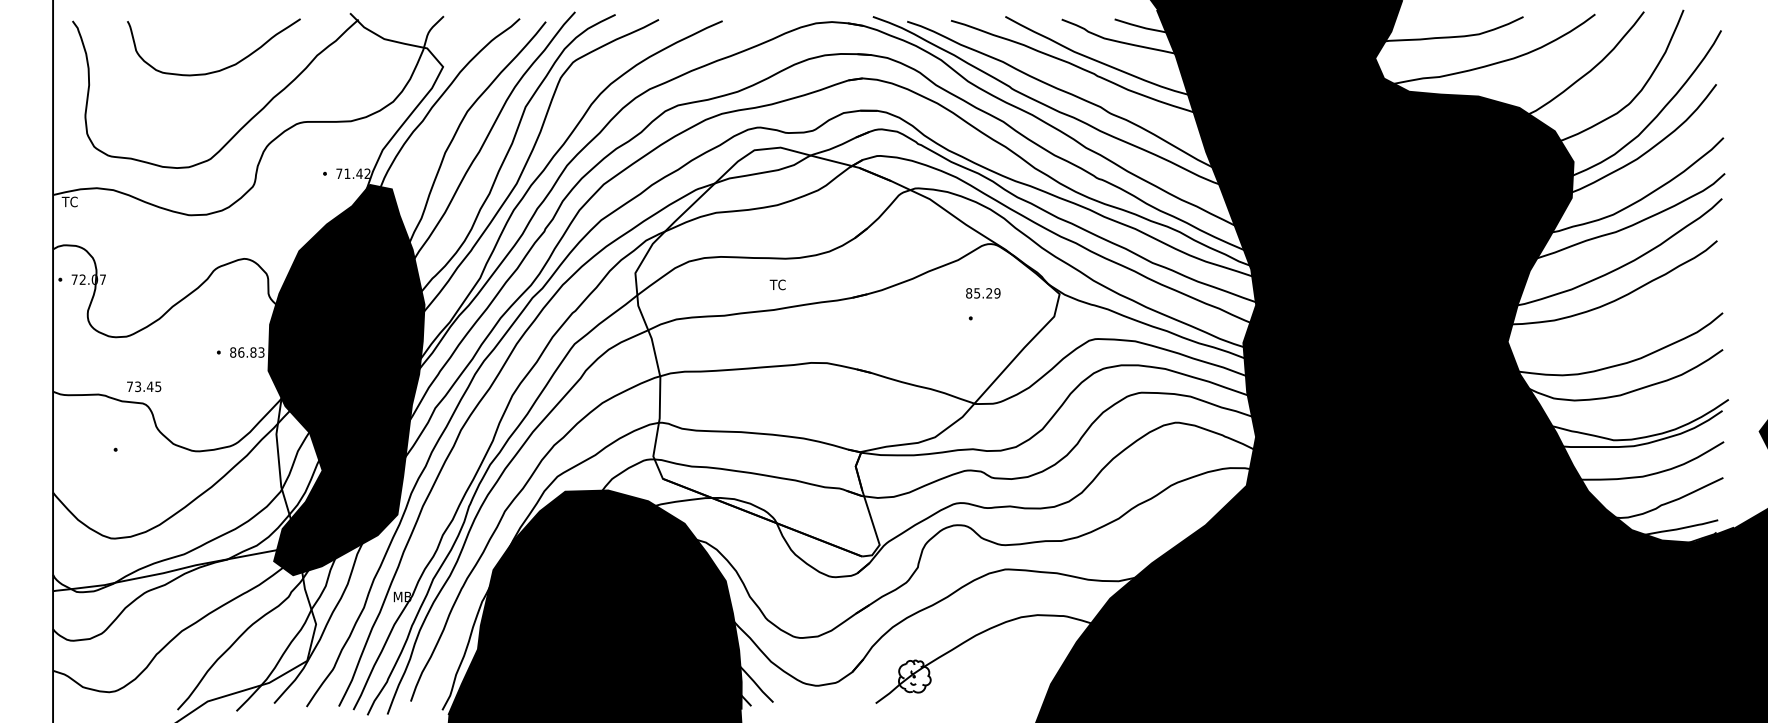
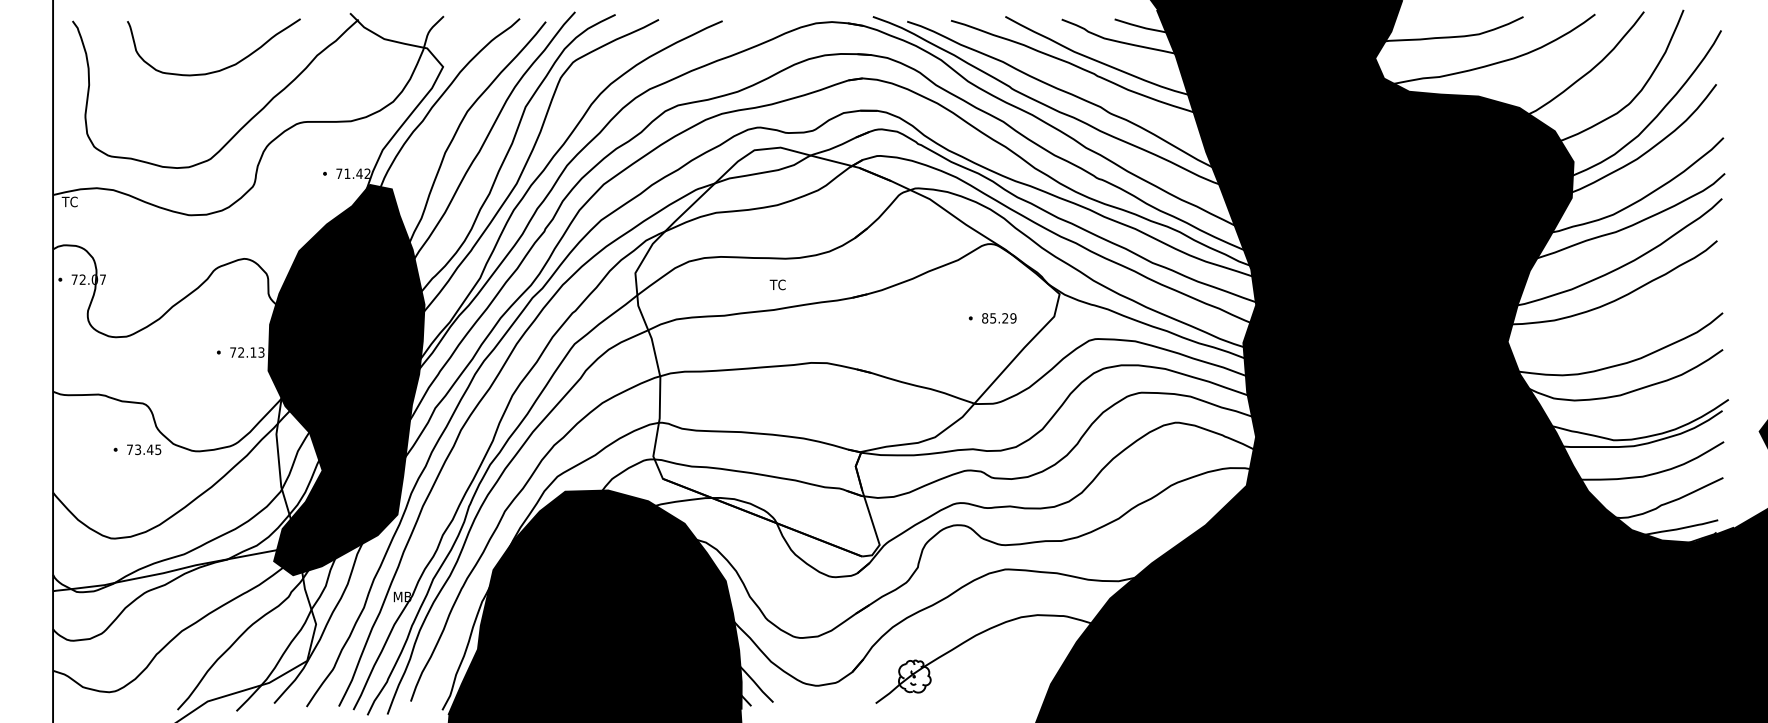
text at (983, 293) position: (983, 293) -> (999, 318)
text at (243, 352): 86.83 -> 72.13
text at (144, 386) position: (144, 386) -> (144, 449)
